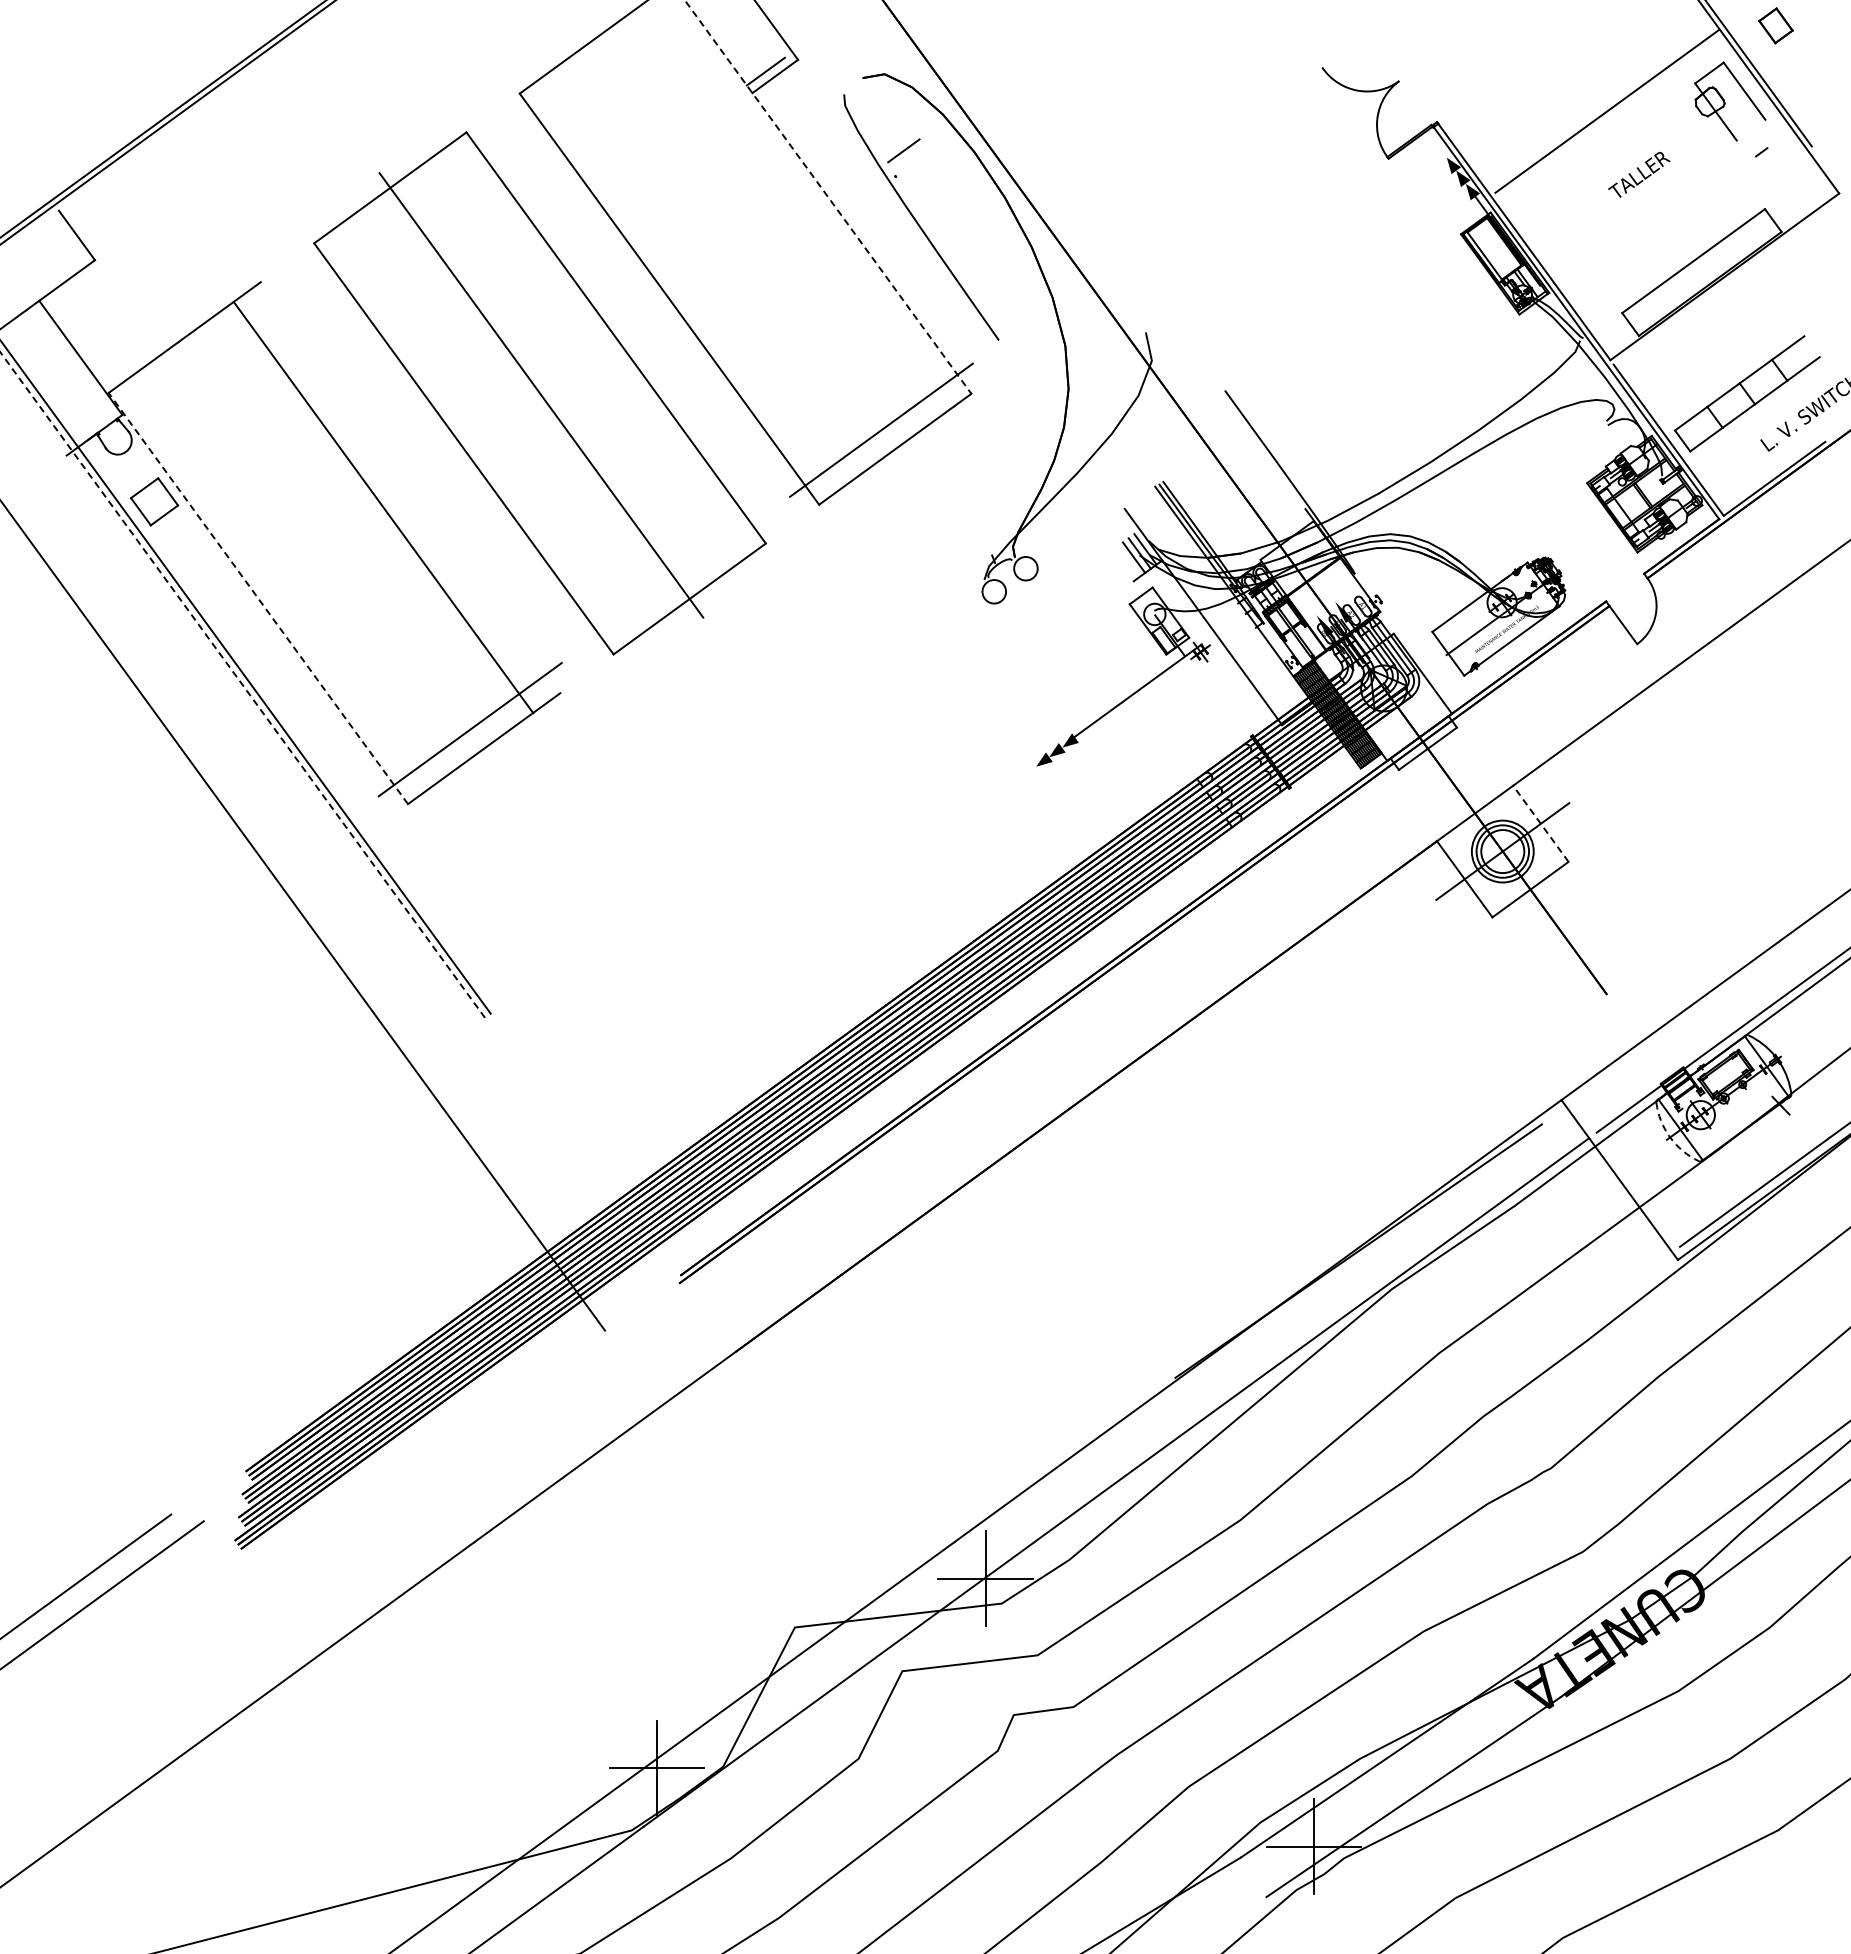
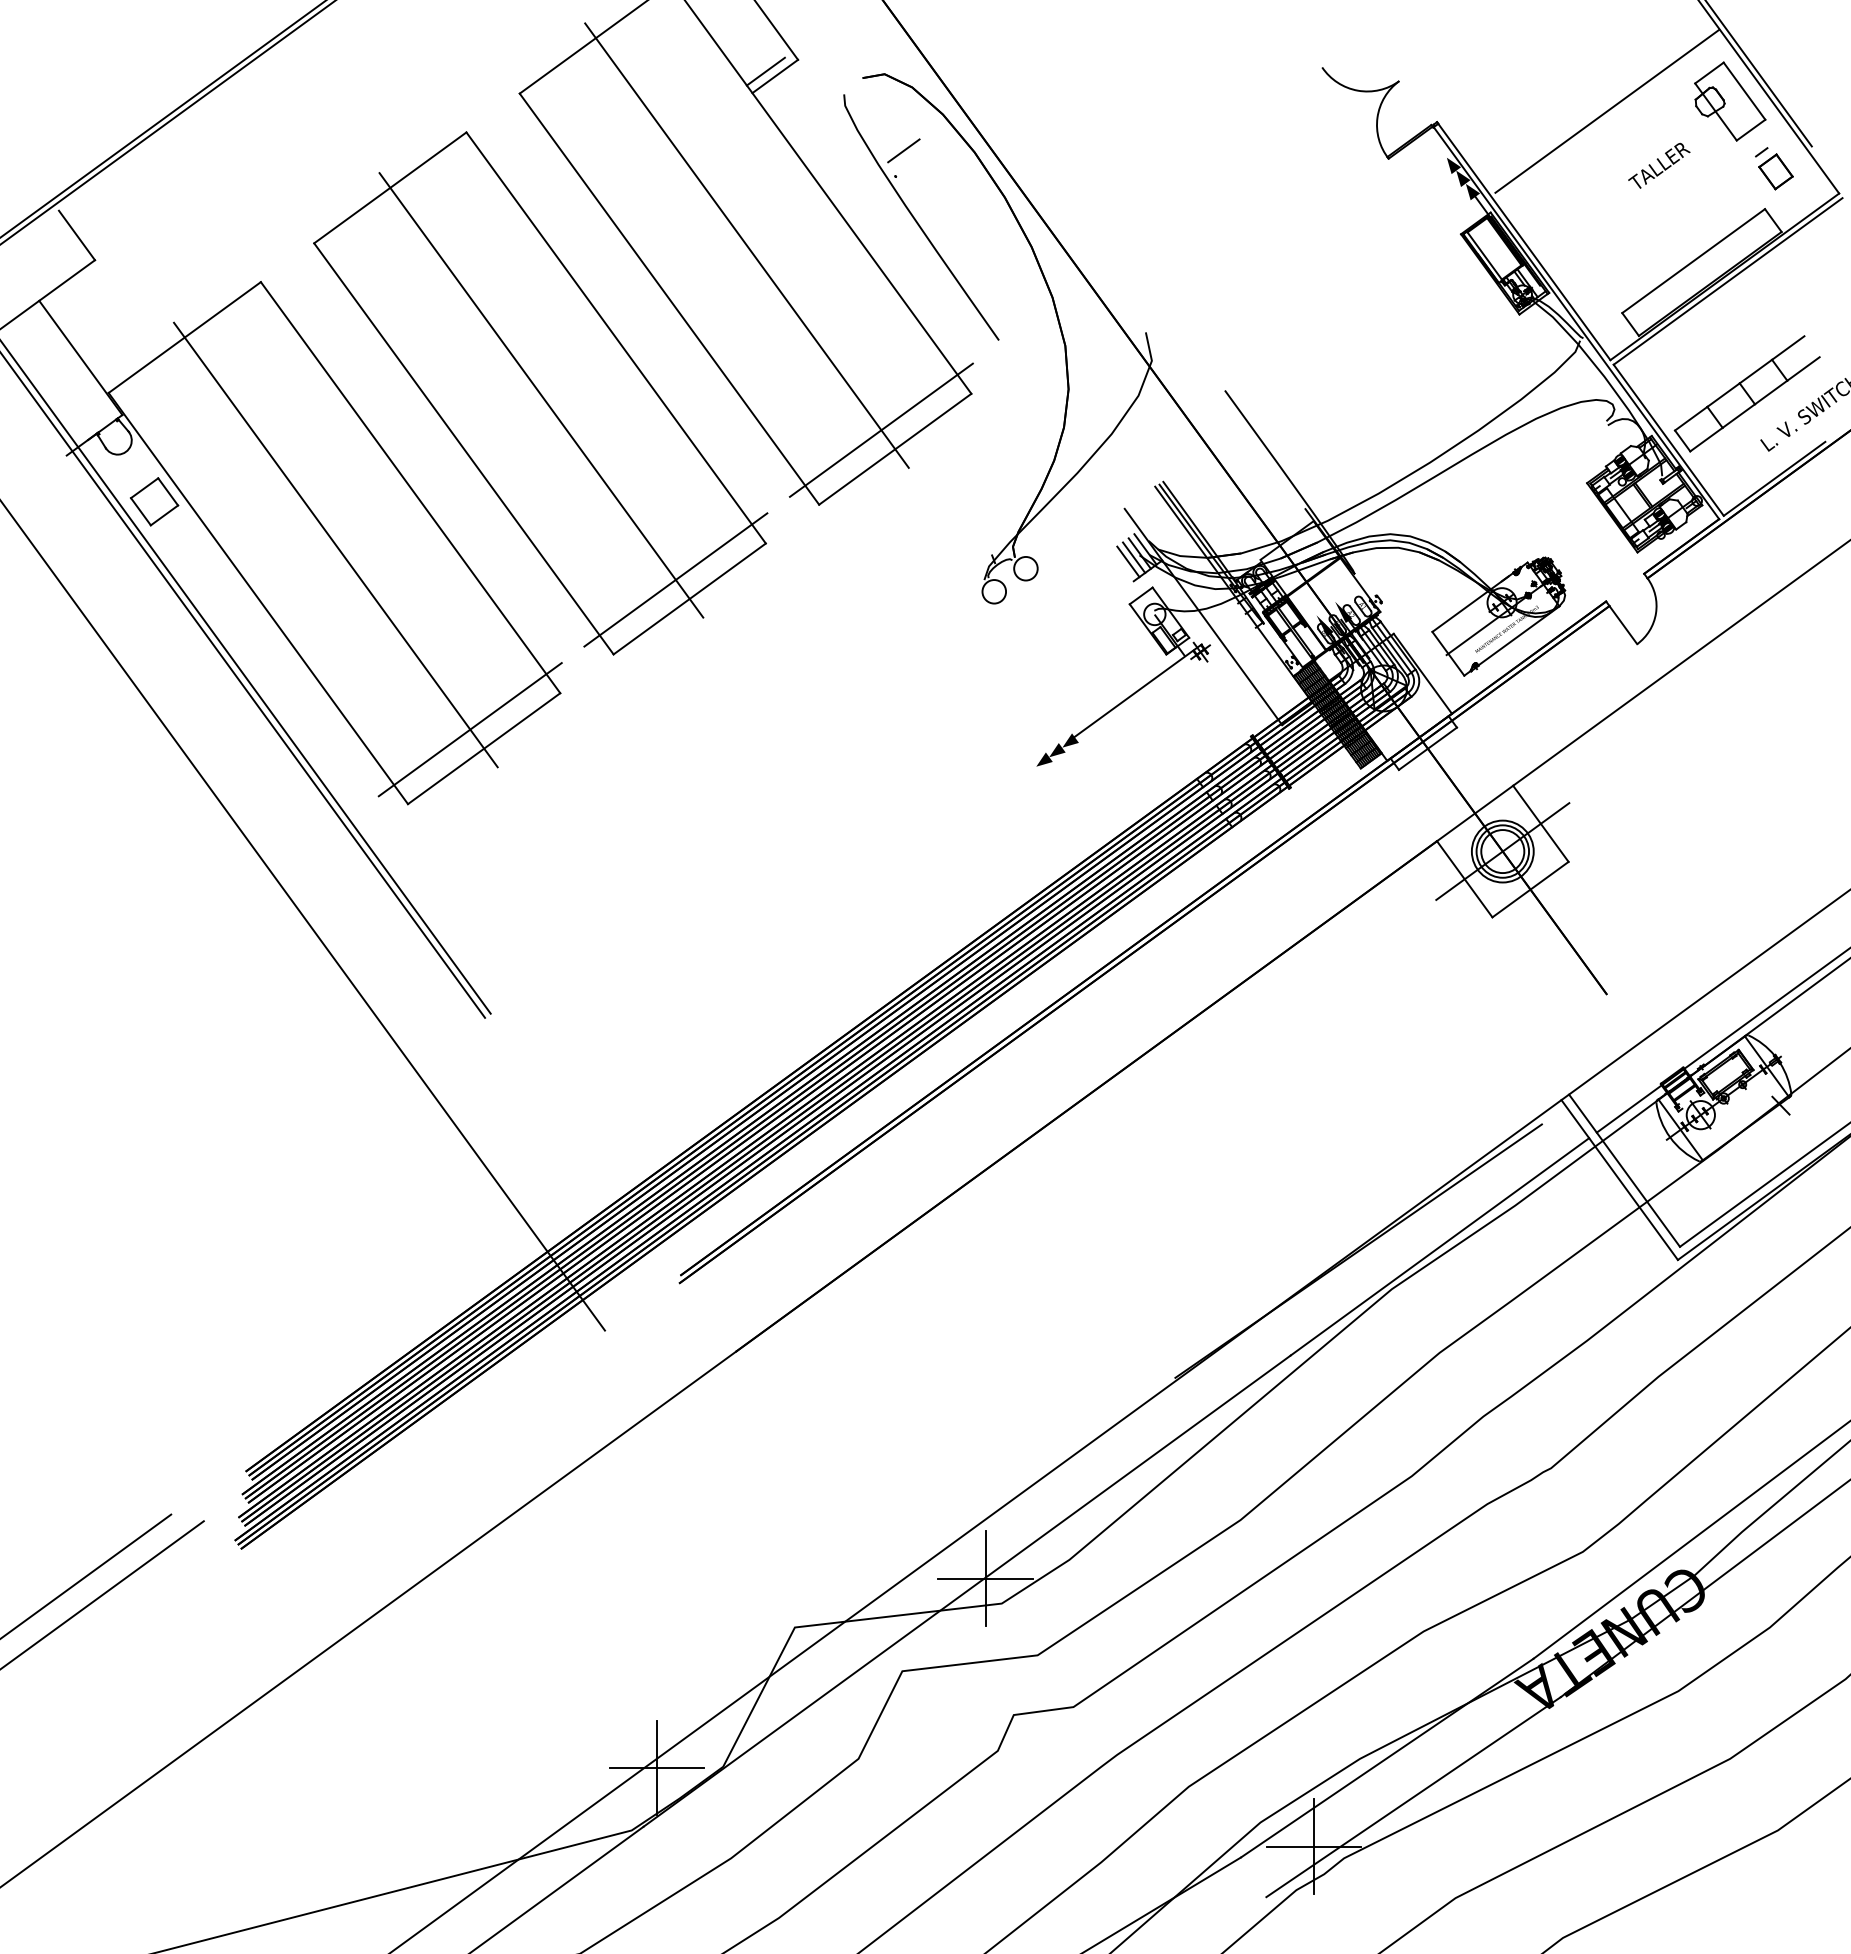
part at (1775, 25) position: (1775, 25) -> (1775, 171)
line at (1750, 129): none -> present
text at (1639, 174) position: (1639, 174) -> (1659, 165)
line at (828, 197): dashed -> solid
line at (746, 245): none -> present
line at (1727, 281): none -> present
line at (383, 507) position: (383, 507) -> (410, 487)
line at (335, 544): none -> present
line at (1128, 561): none -> present
line at (675, 579): none -> present
line at (258, 598): dashed -> solid
line at (242, 684): dashed -> solid
line at (1540, 823): dashed -> solid
arc at (1670, 1137): dashed -> solid
line at (1624, 1170): none -> present
